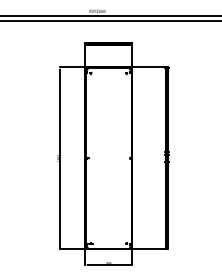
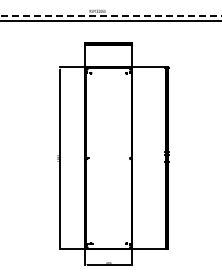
line at (111, 16): solid -> dashed
